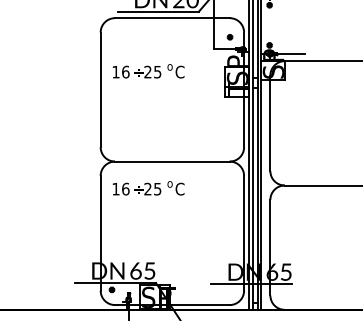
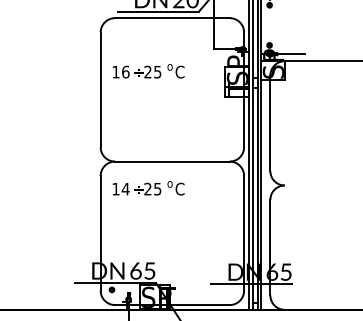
part at (229, 37): present -> none
line at (321, 185): present -> none
text at (125, 188): 16 -> 14
